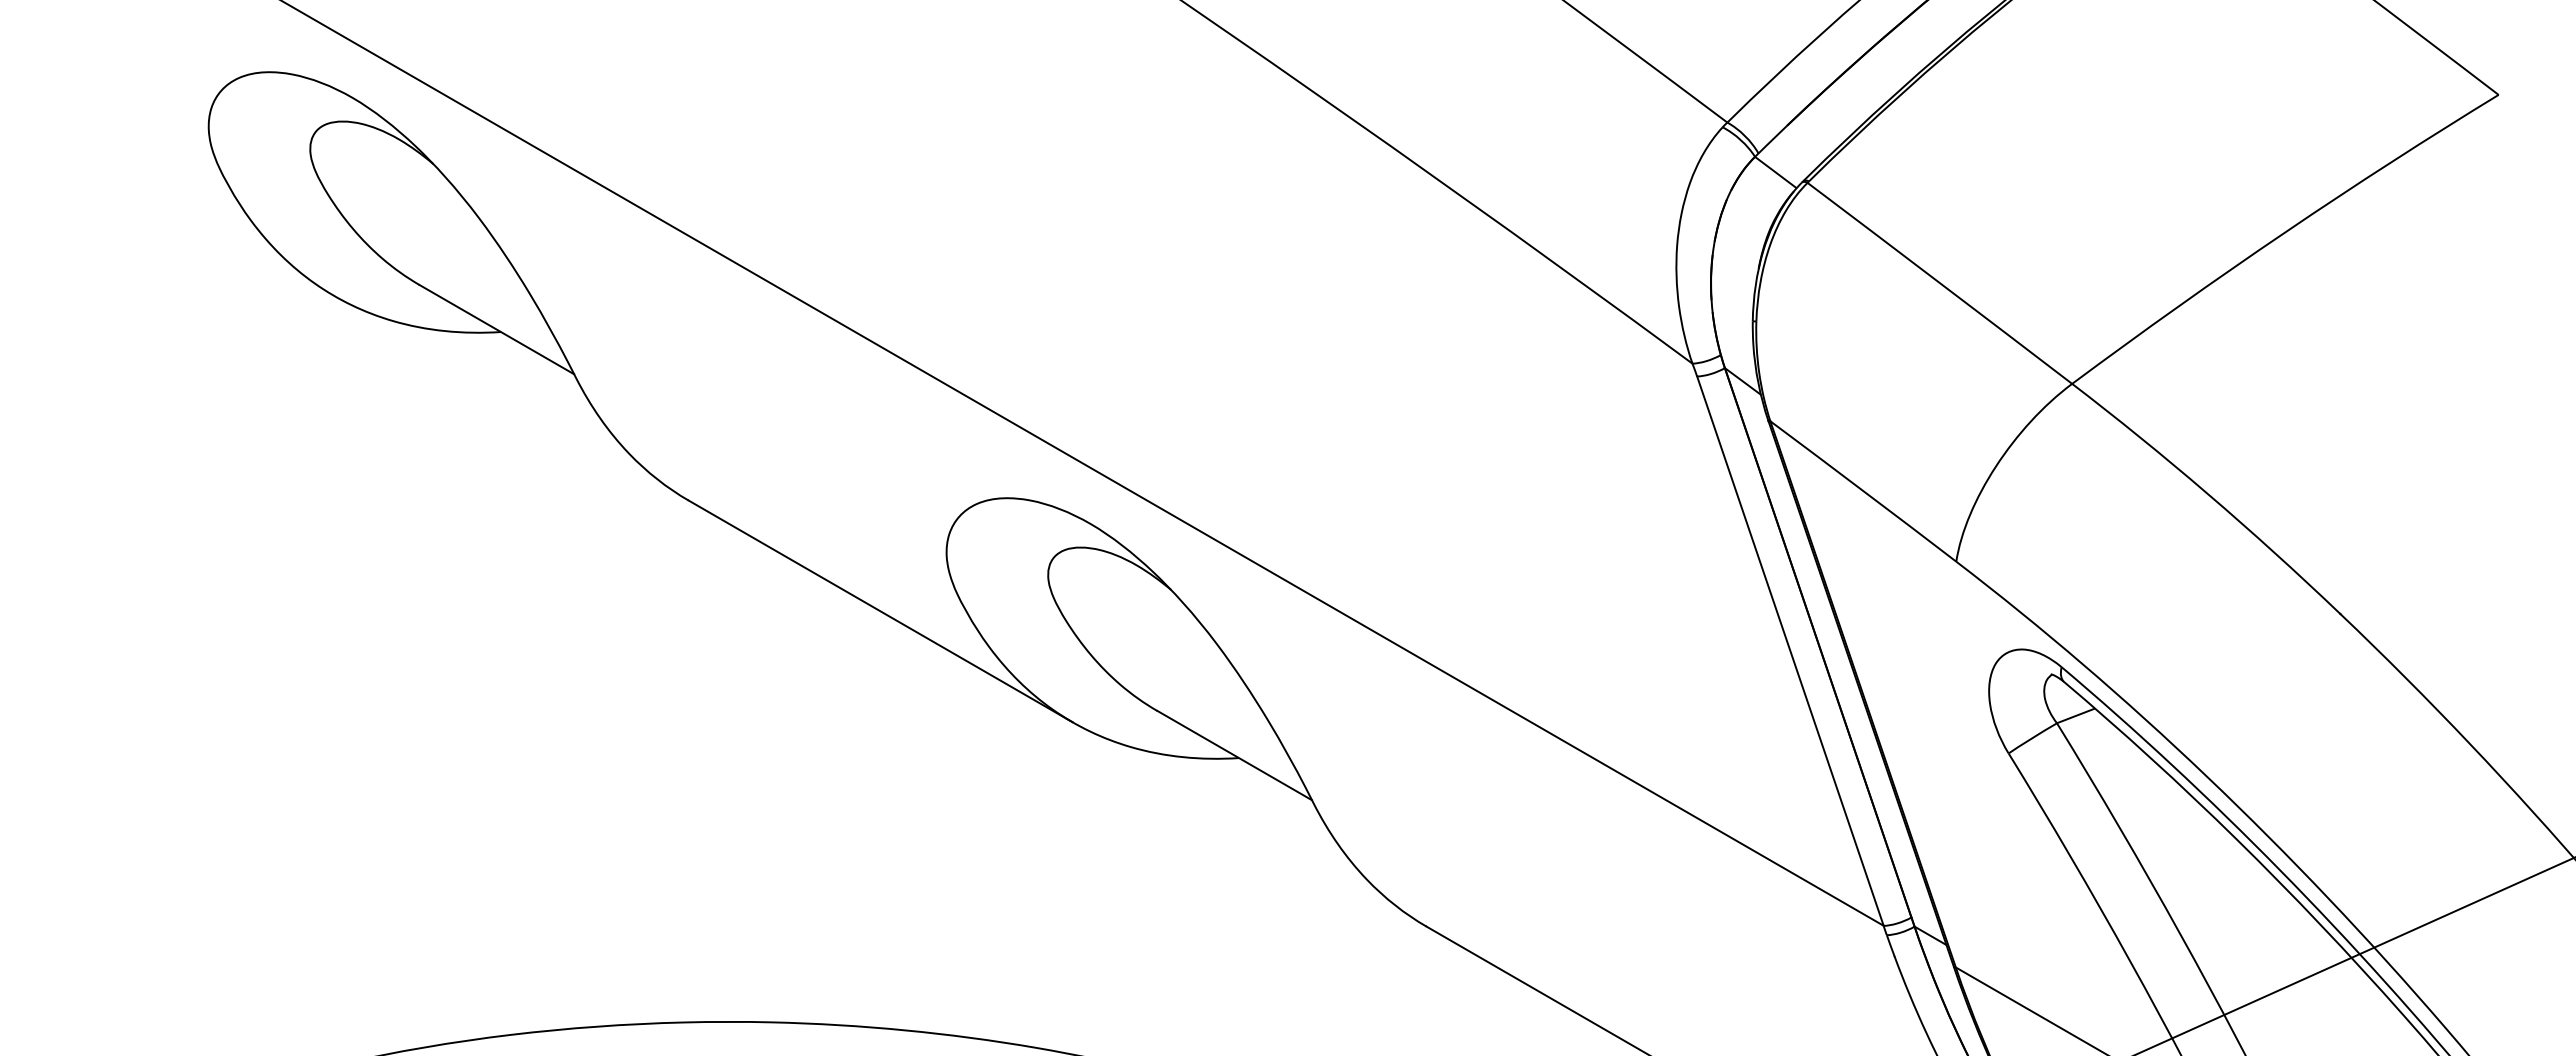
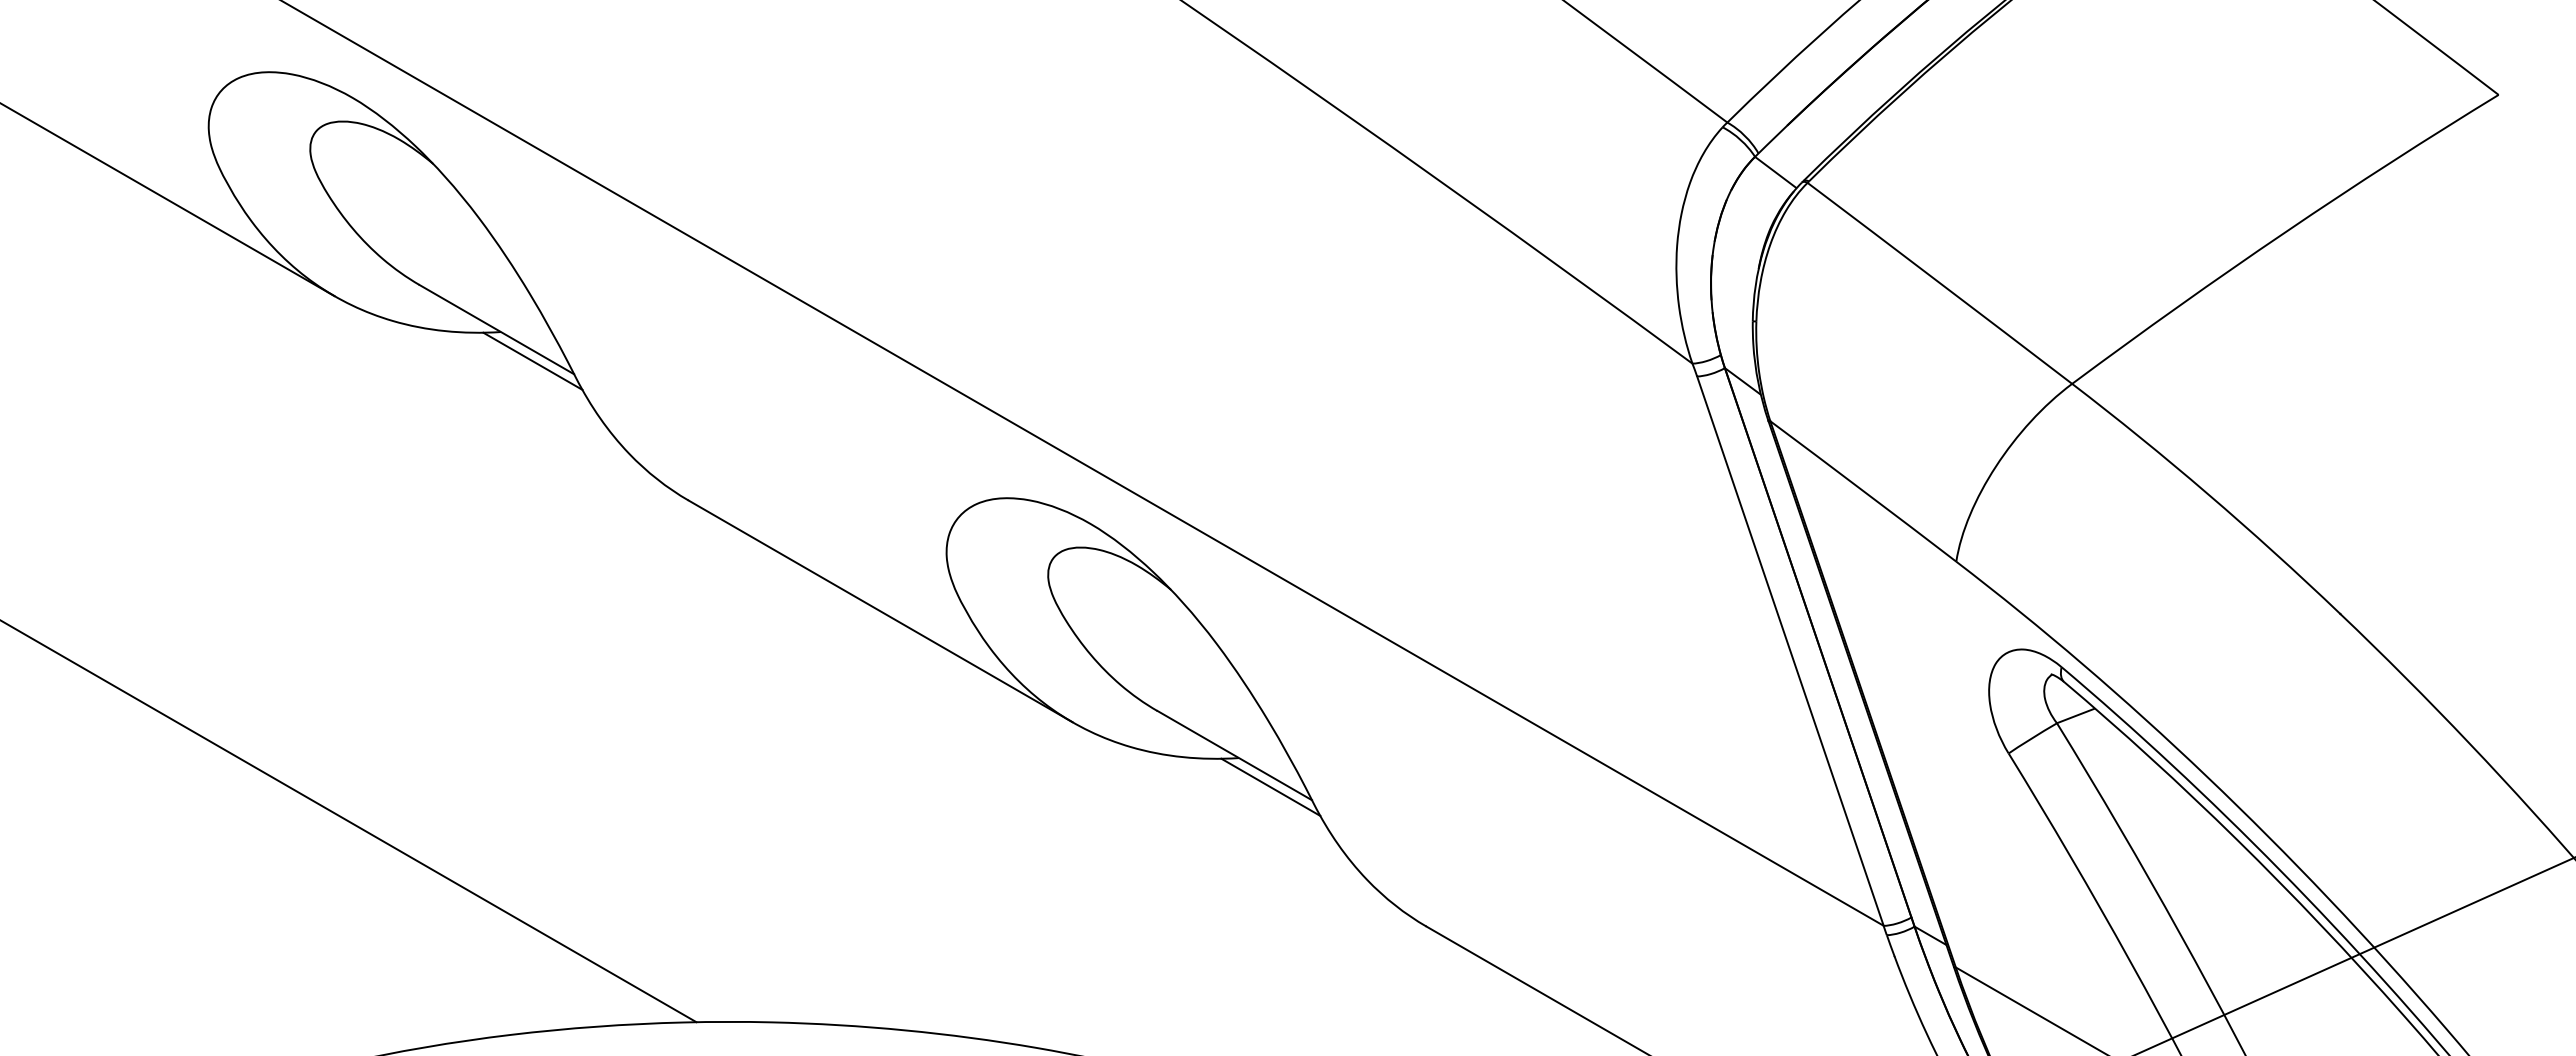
line at (168, 200): none -> present
line at (532, 360): none -> present
line at (1270, 786): none -> present
line at (349, 821): none -> present
